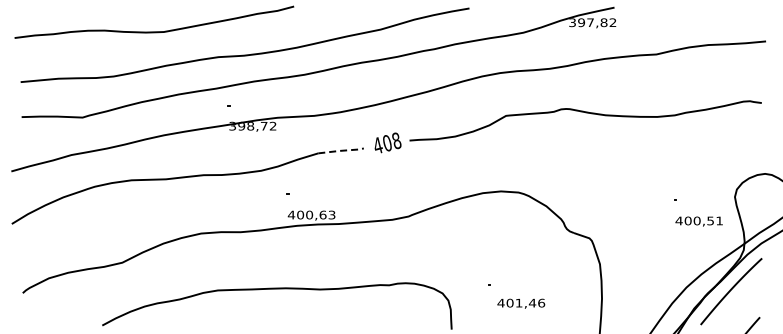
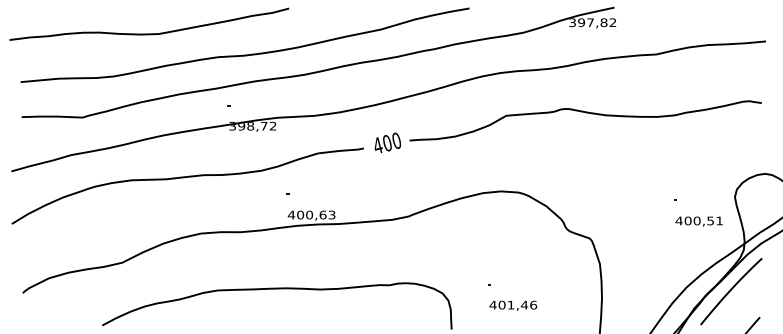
curve at (154, 31) position: (154, 31) -> (149, 33)
text at (396, 140): 408 -> 400
line at (341, 150): dashed -> solid
text at (521, 303) position: (521, 303) -> (513, 305)
